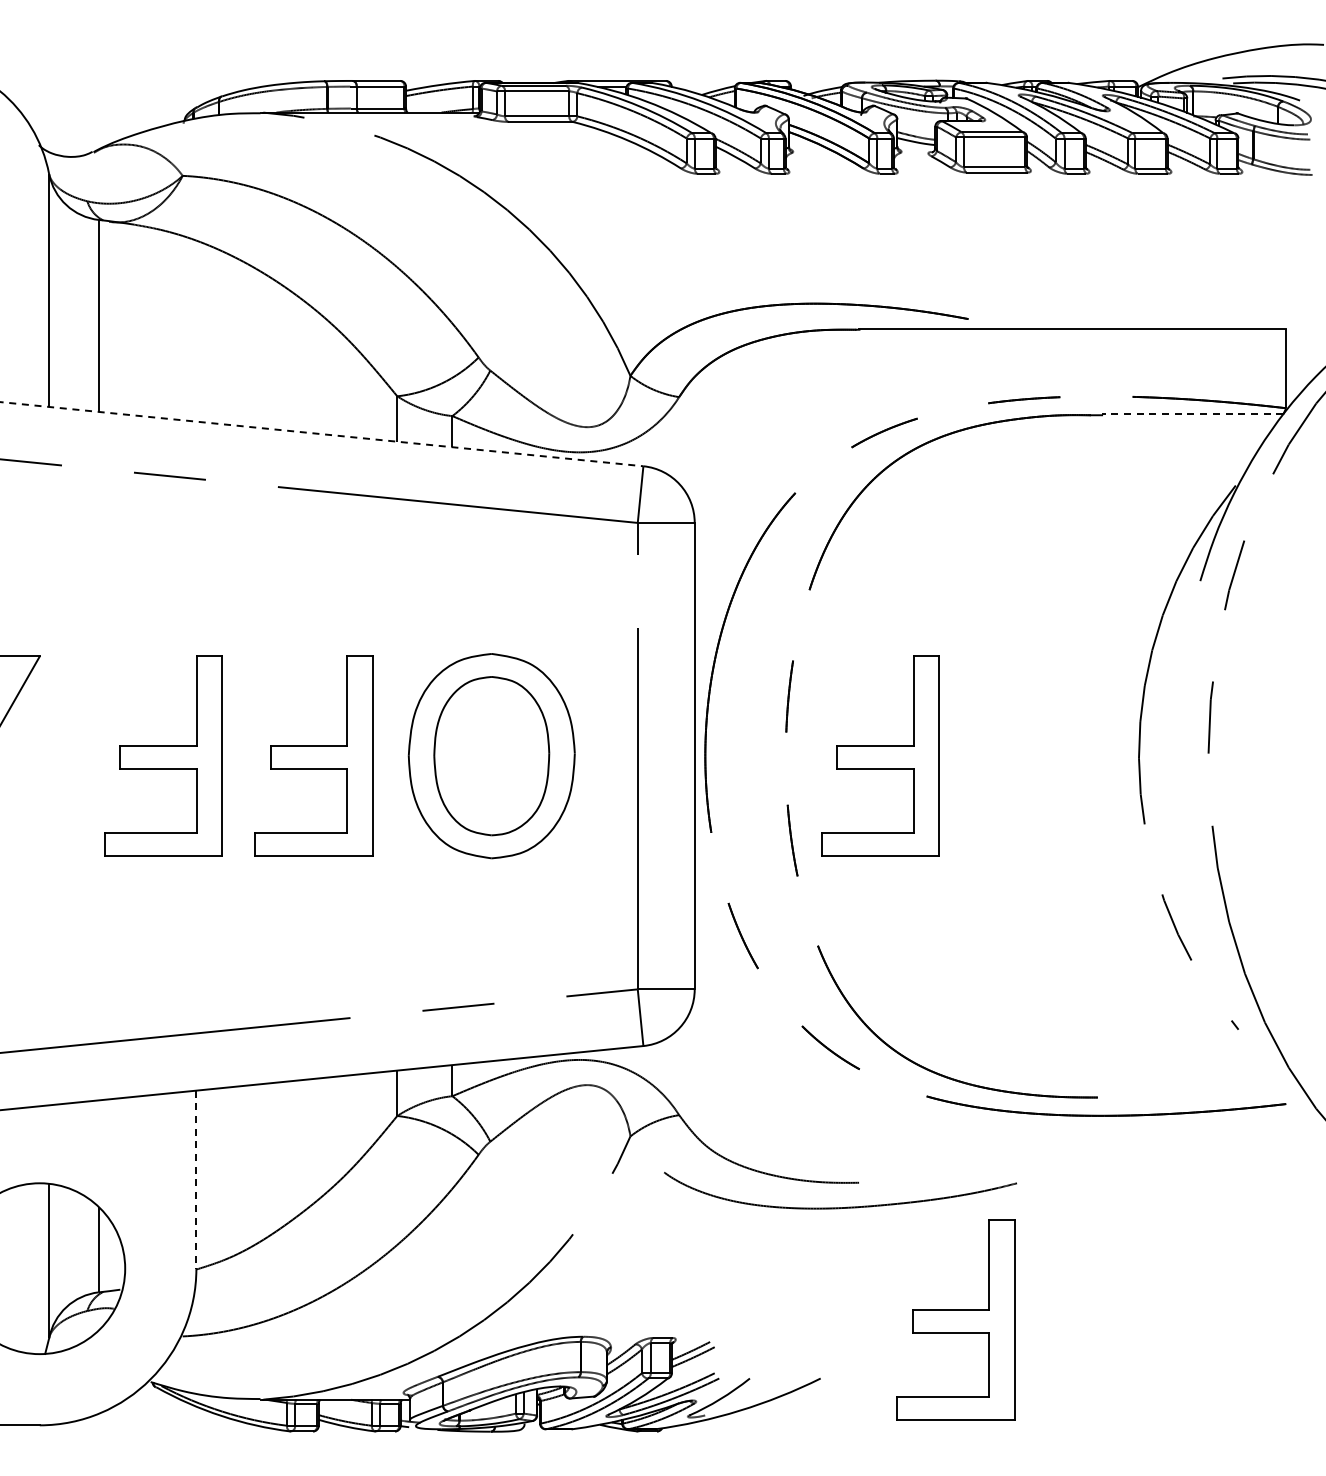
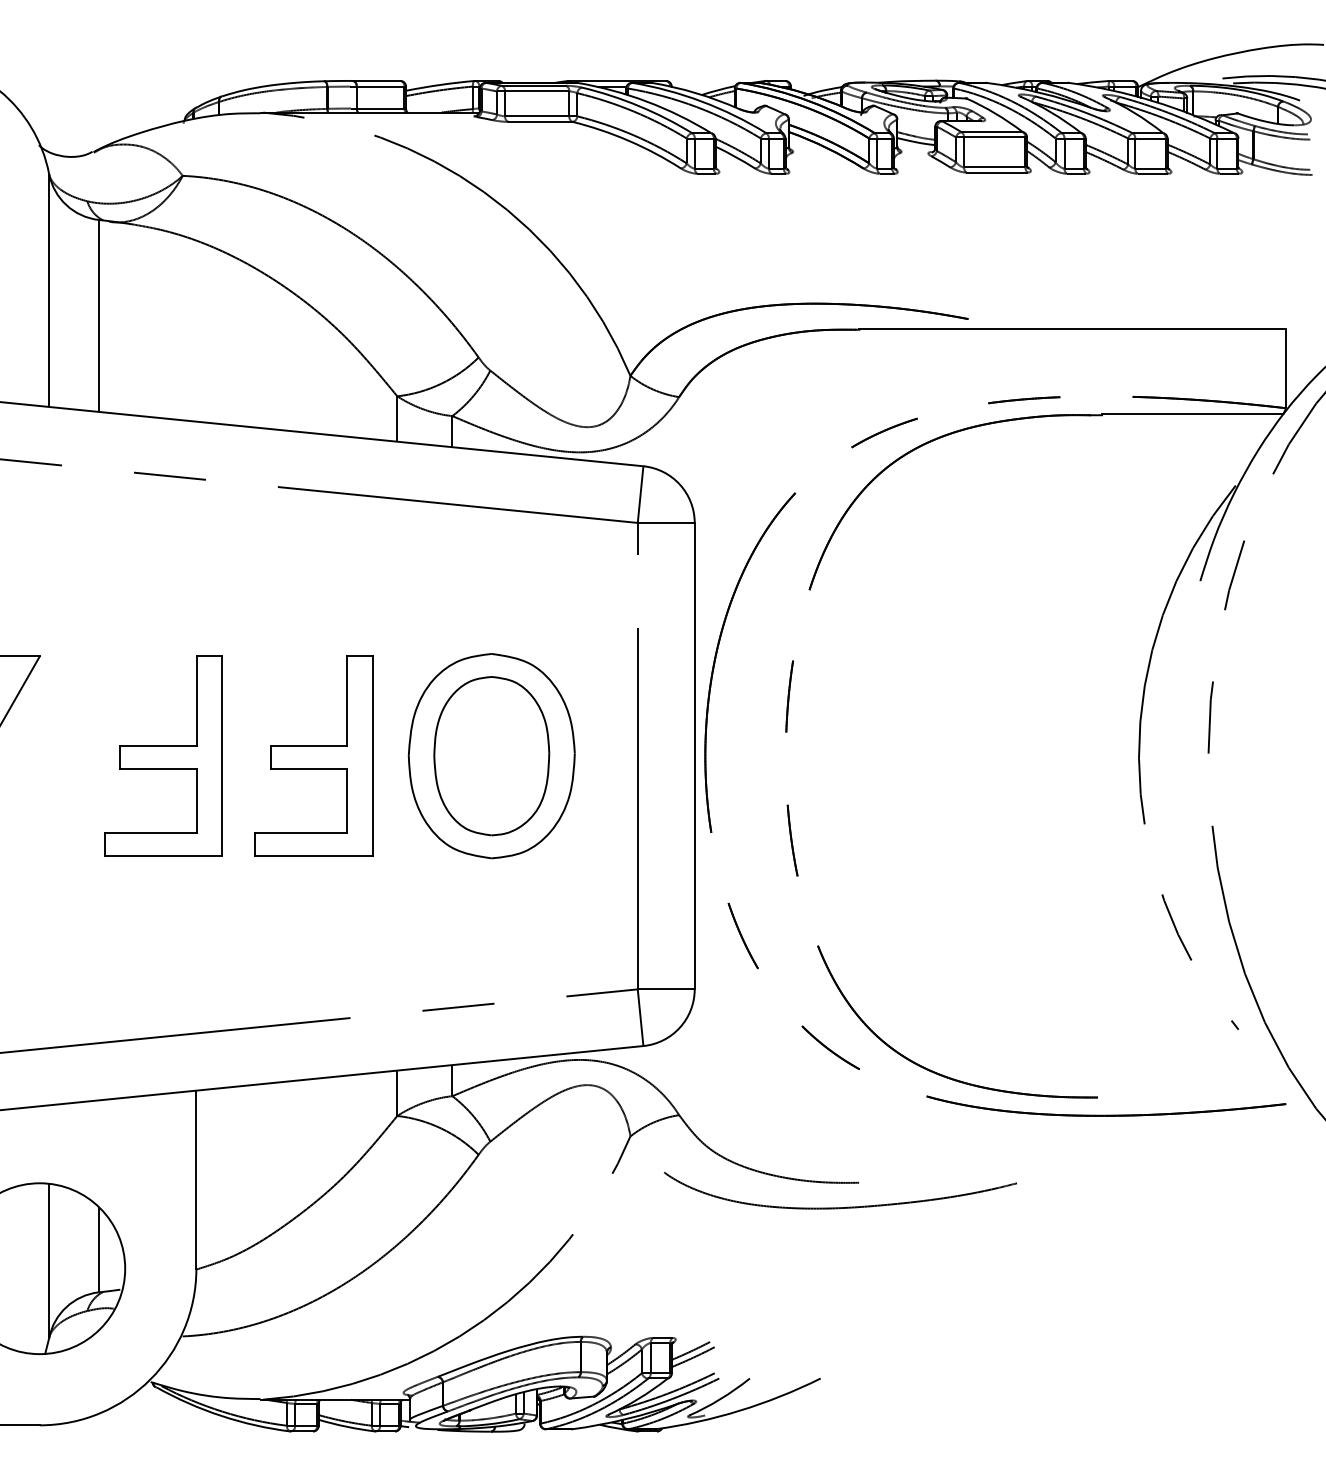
line at (1192, 414): dashed -> solid
line at (322, 434): dashed -> solid
part at (880, 755): present -> none
line at (196, 1180): dashed -> solid
part at (955, 1319): present -> none
